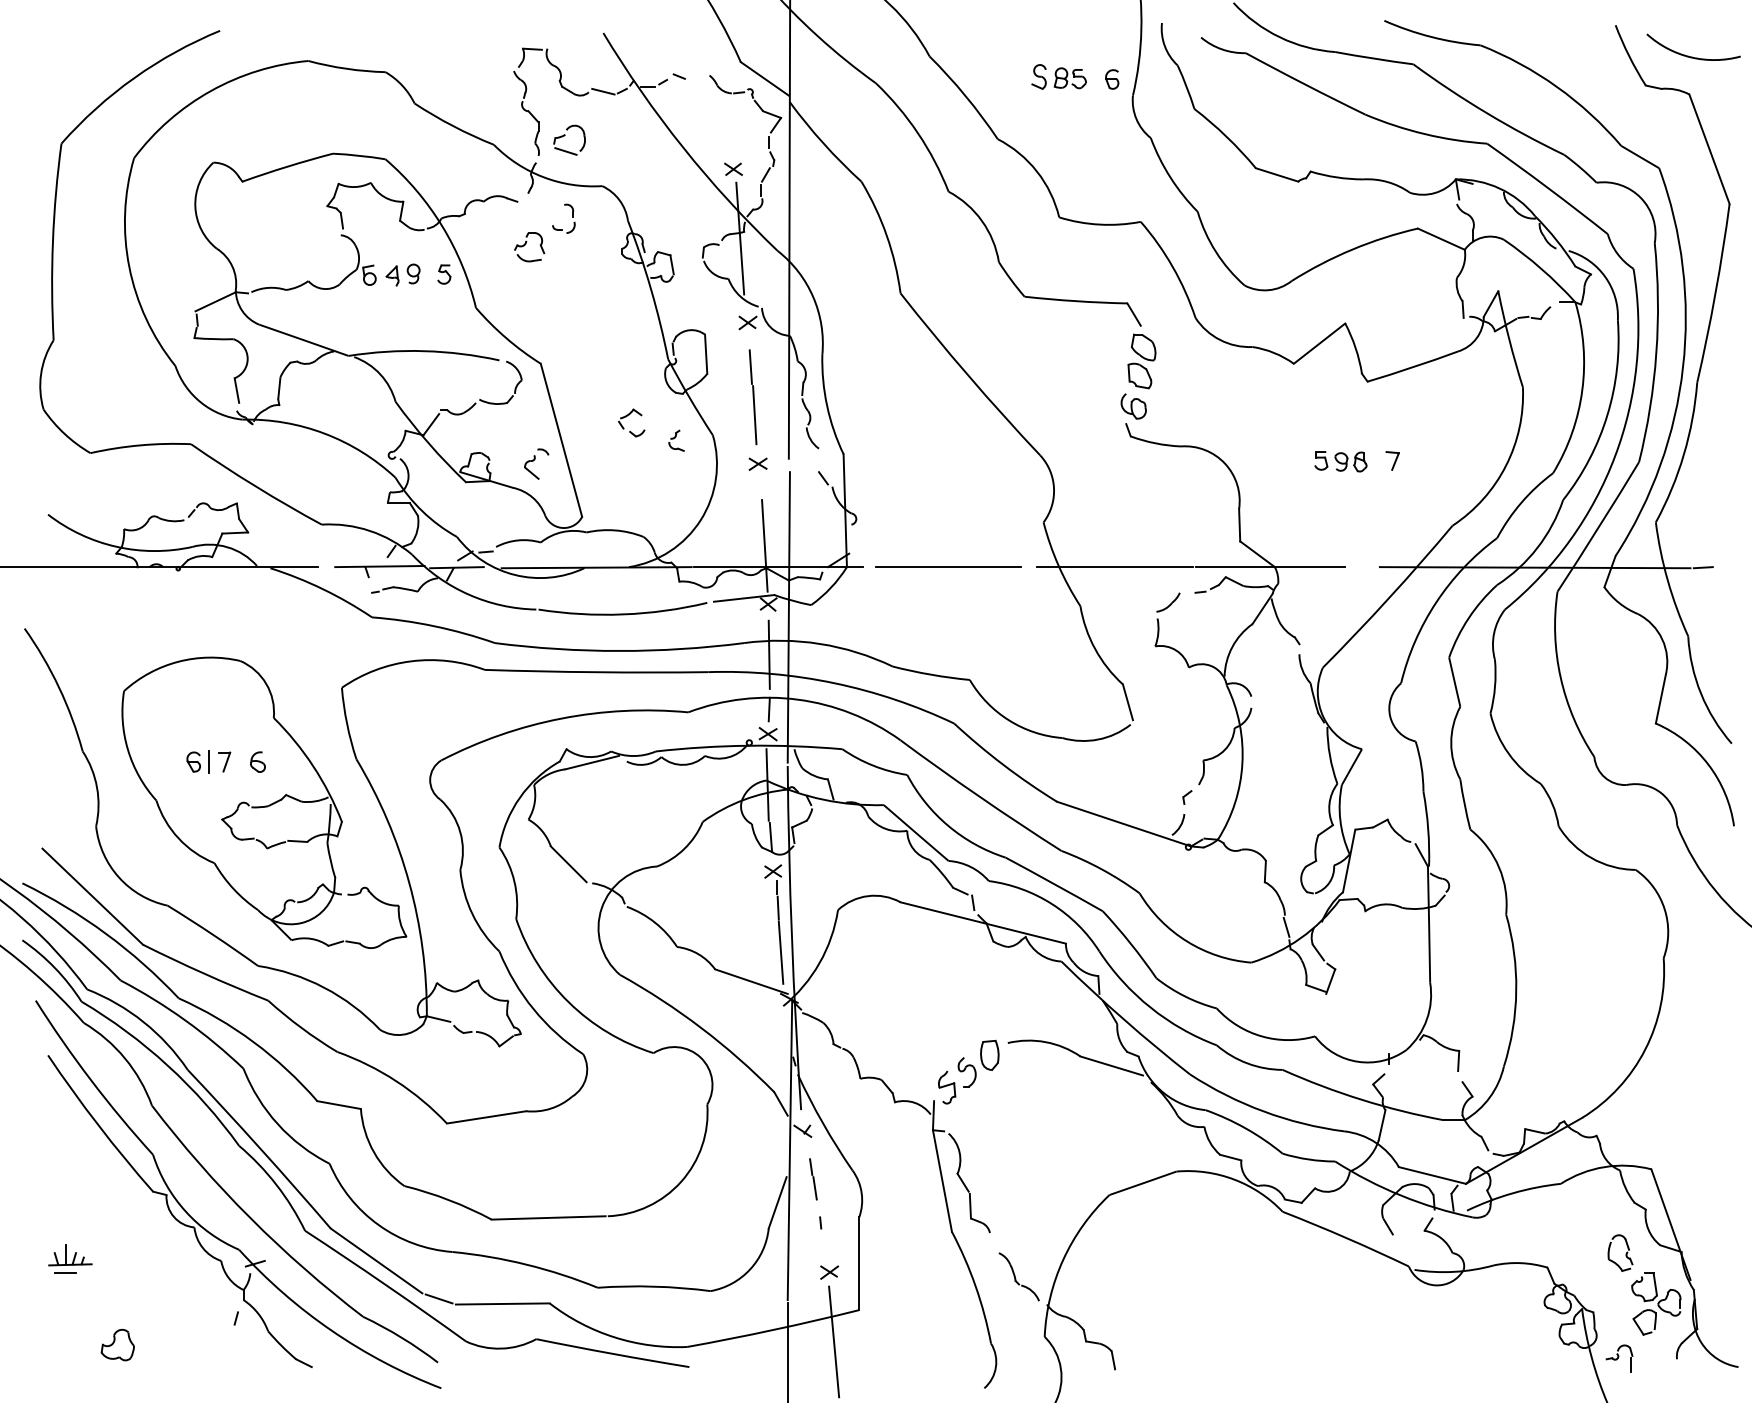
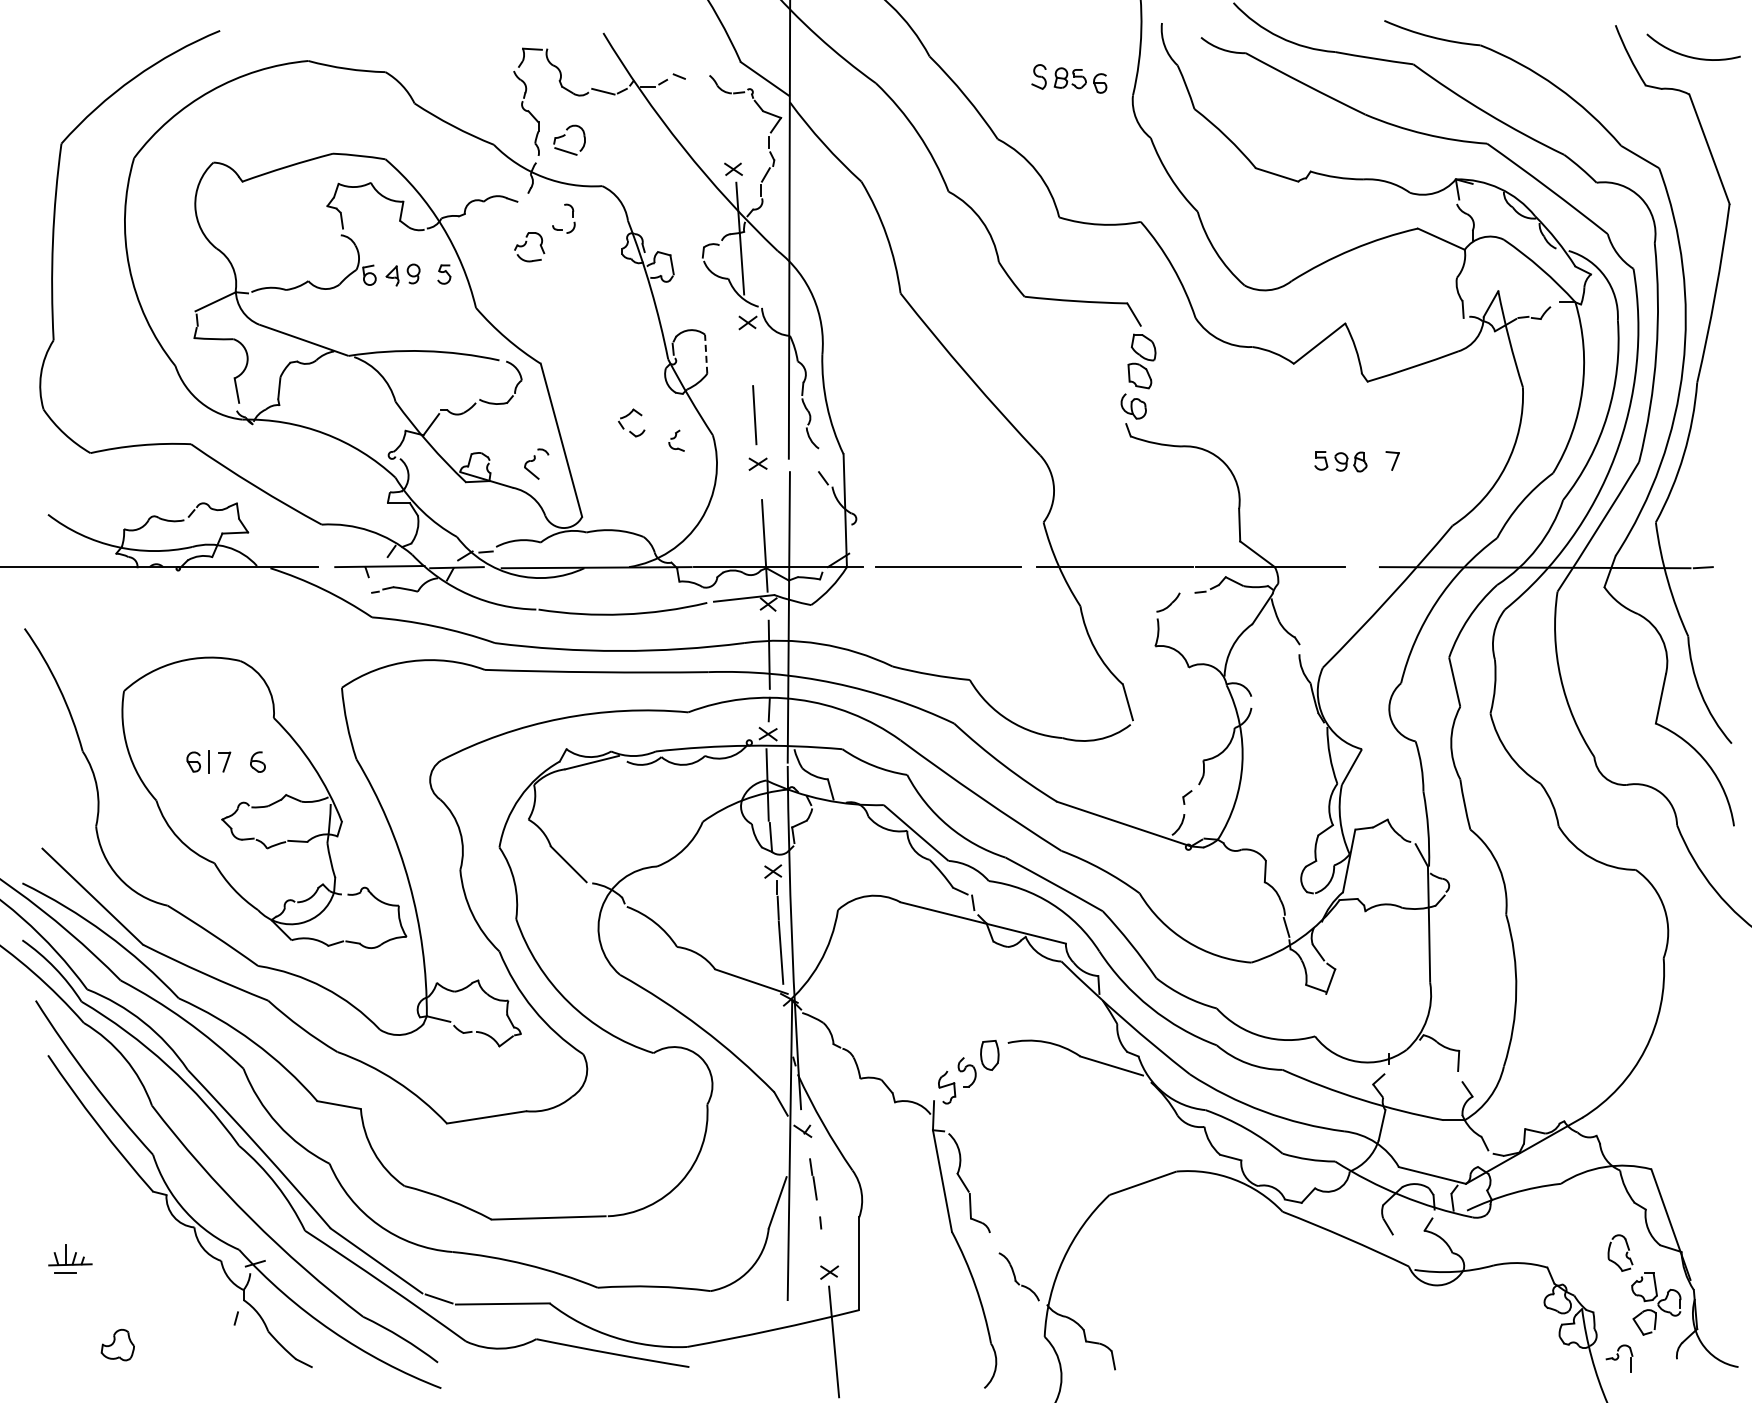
part at (1112, 79) position: (1112, 79) -> (1100, 83)
line at (706, 354): solid -> dashed
line at (750, 366): present -> none
line at (787, 1351): present -> none
